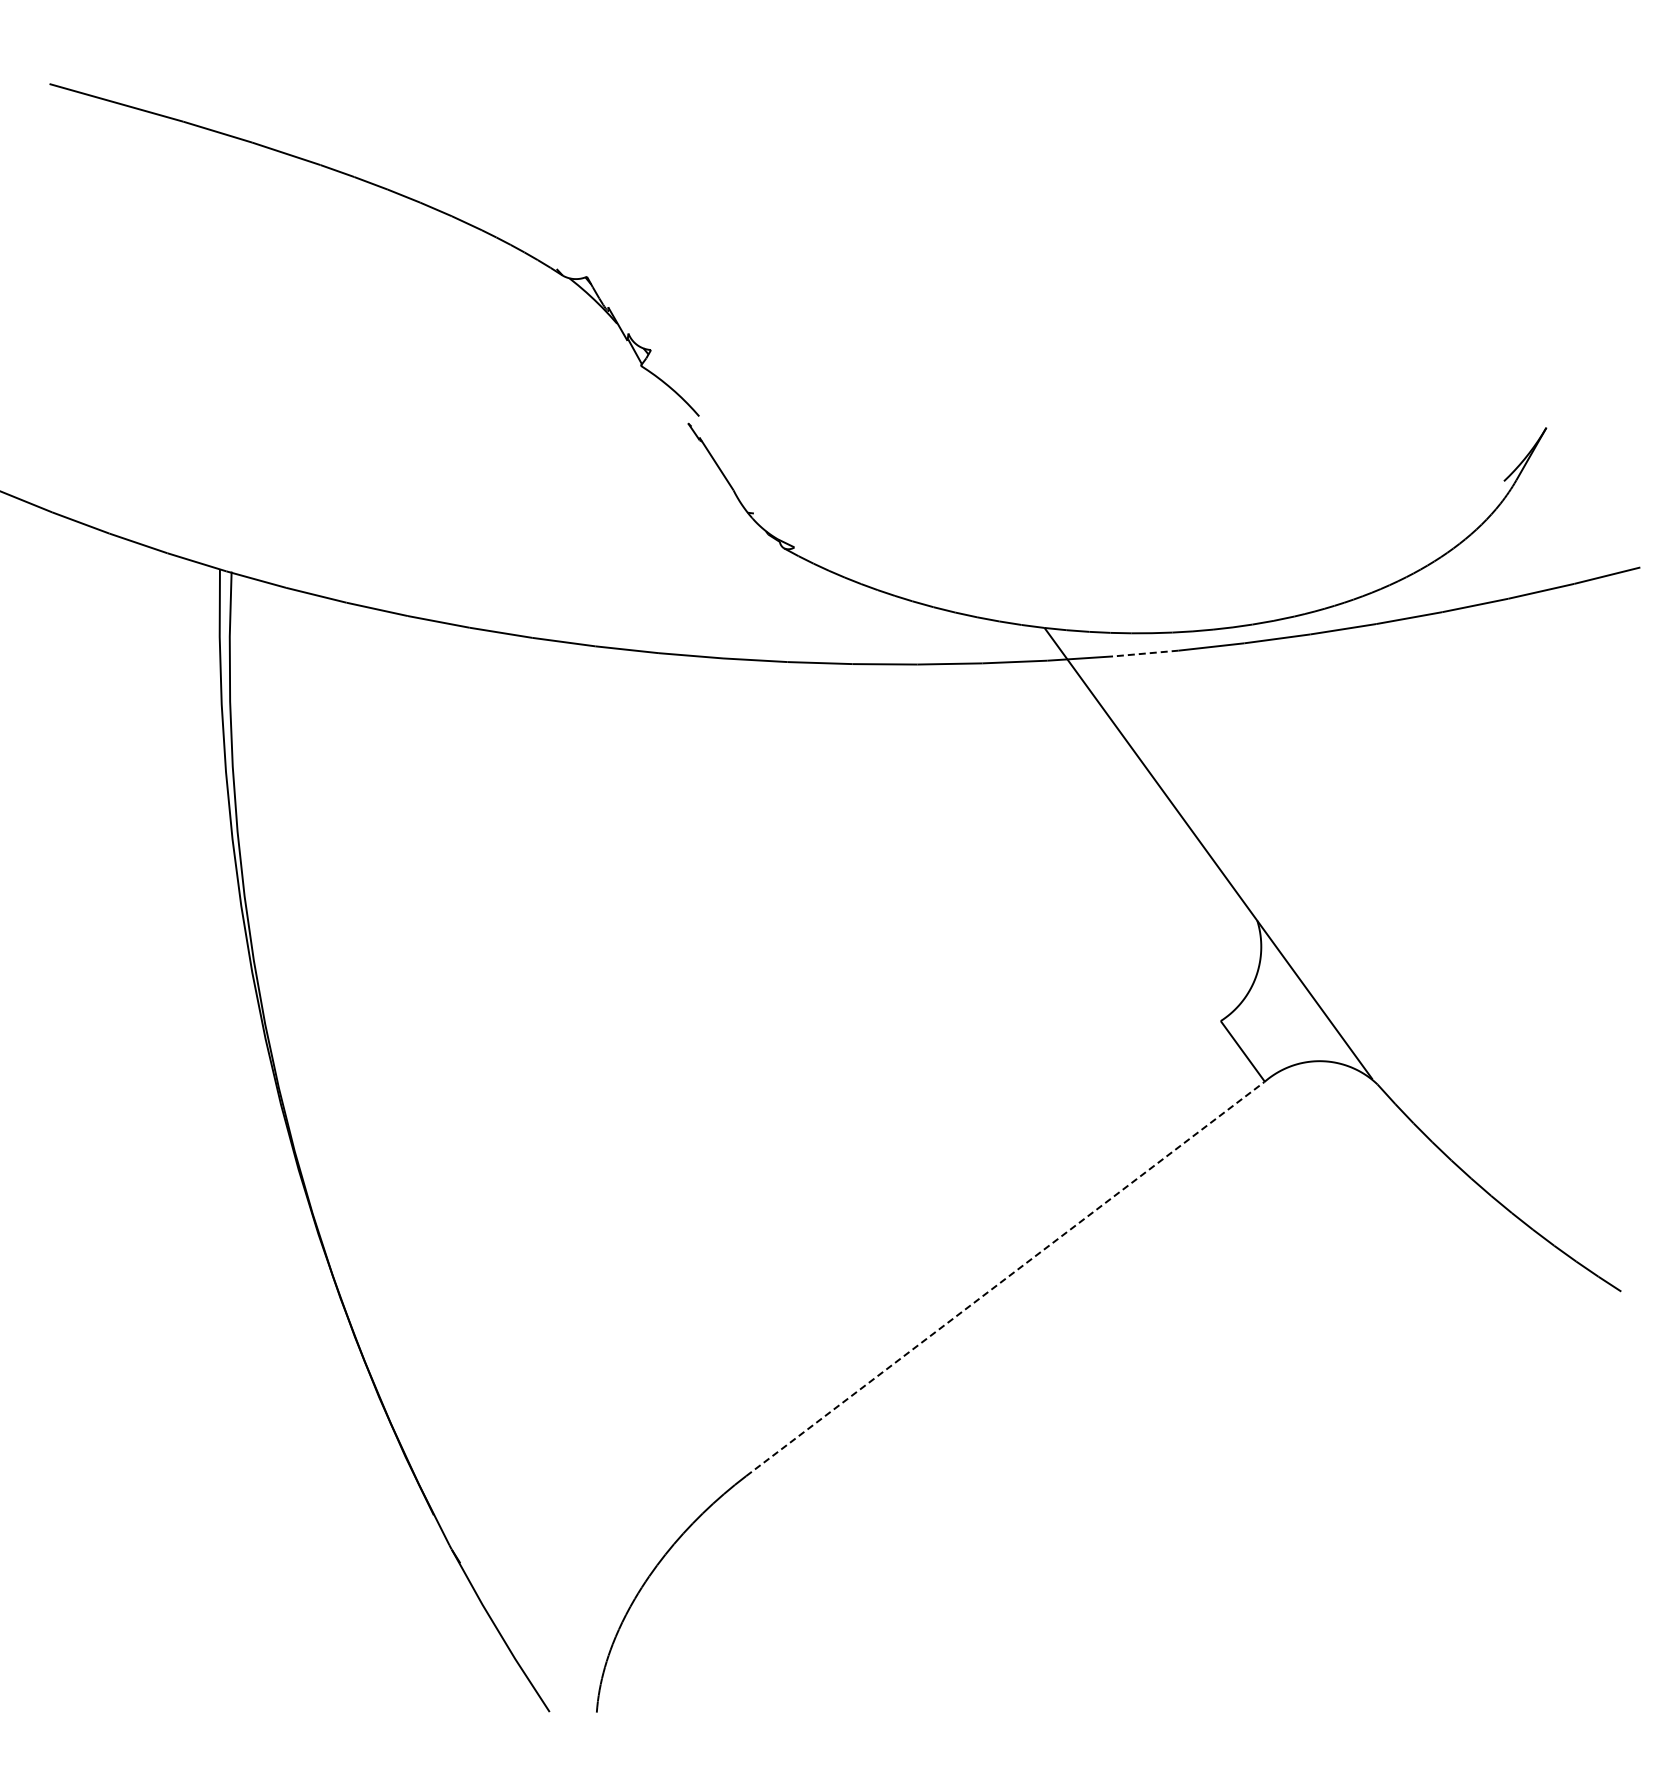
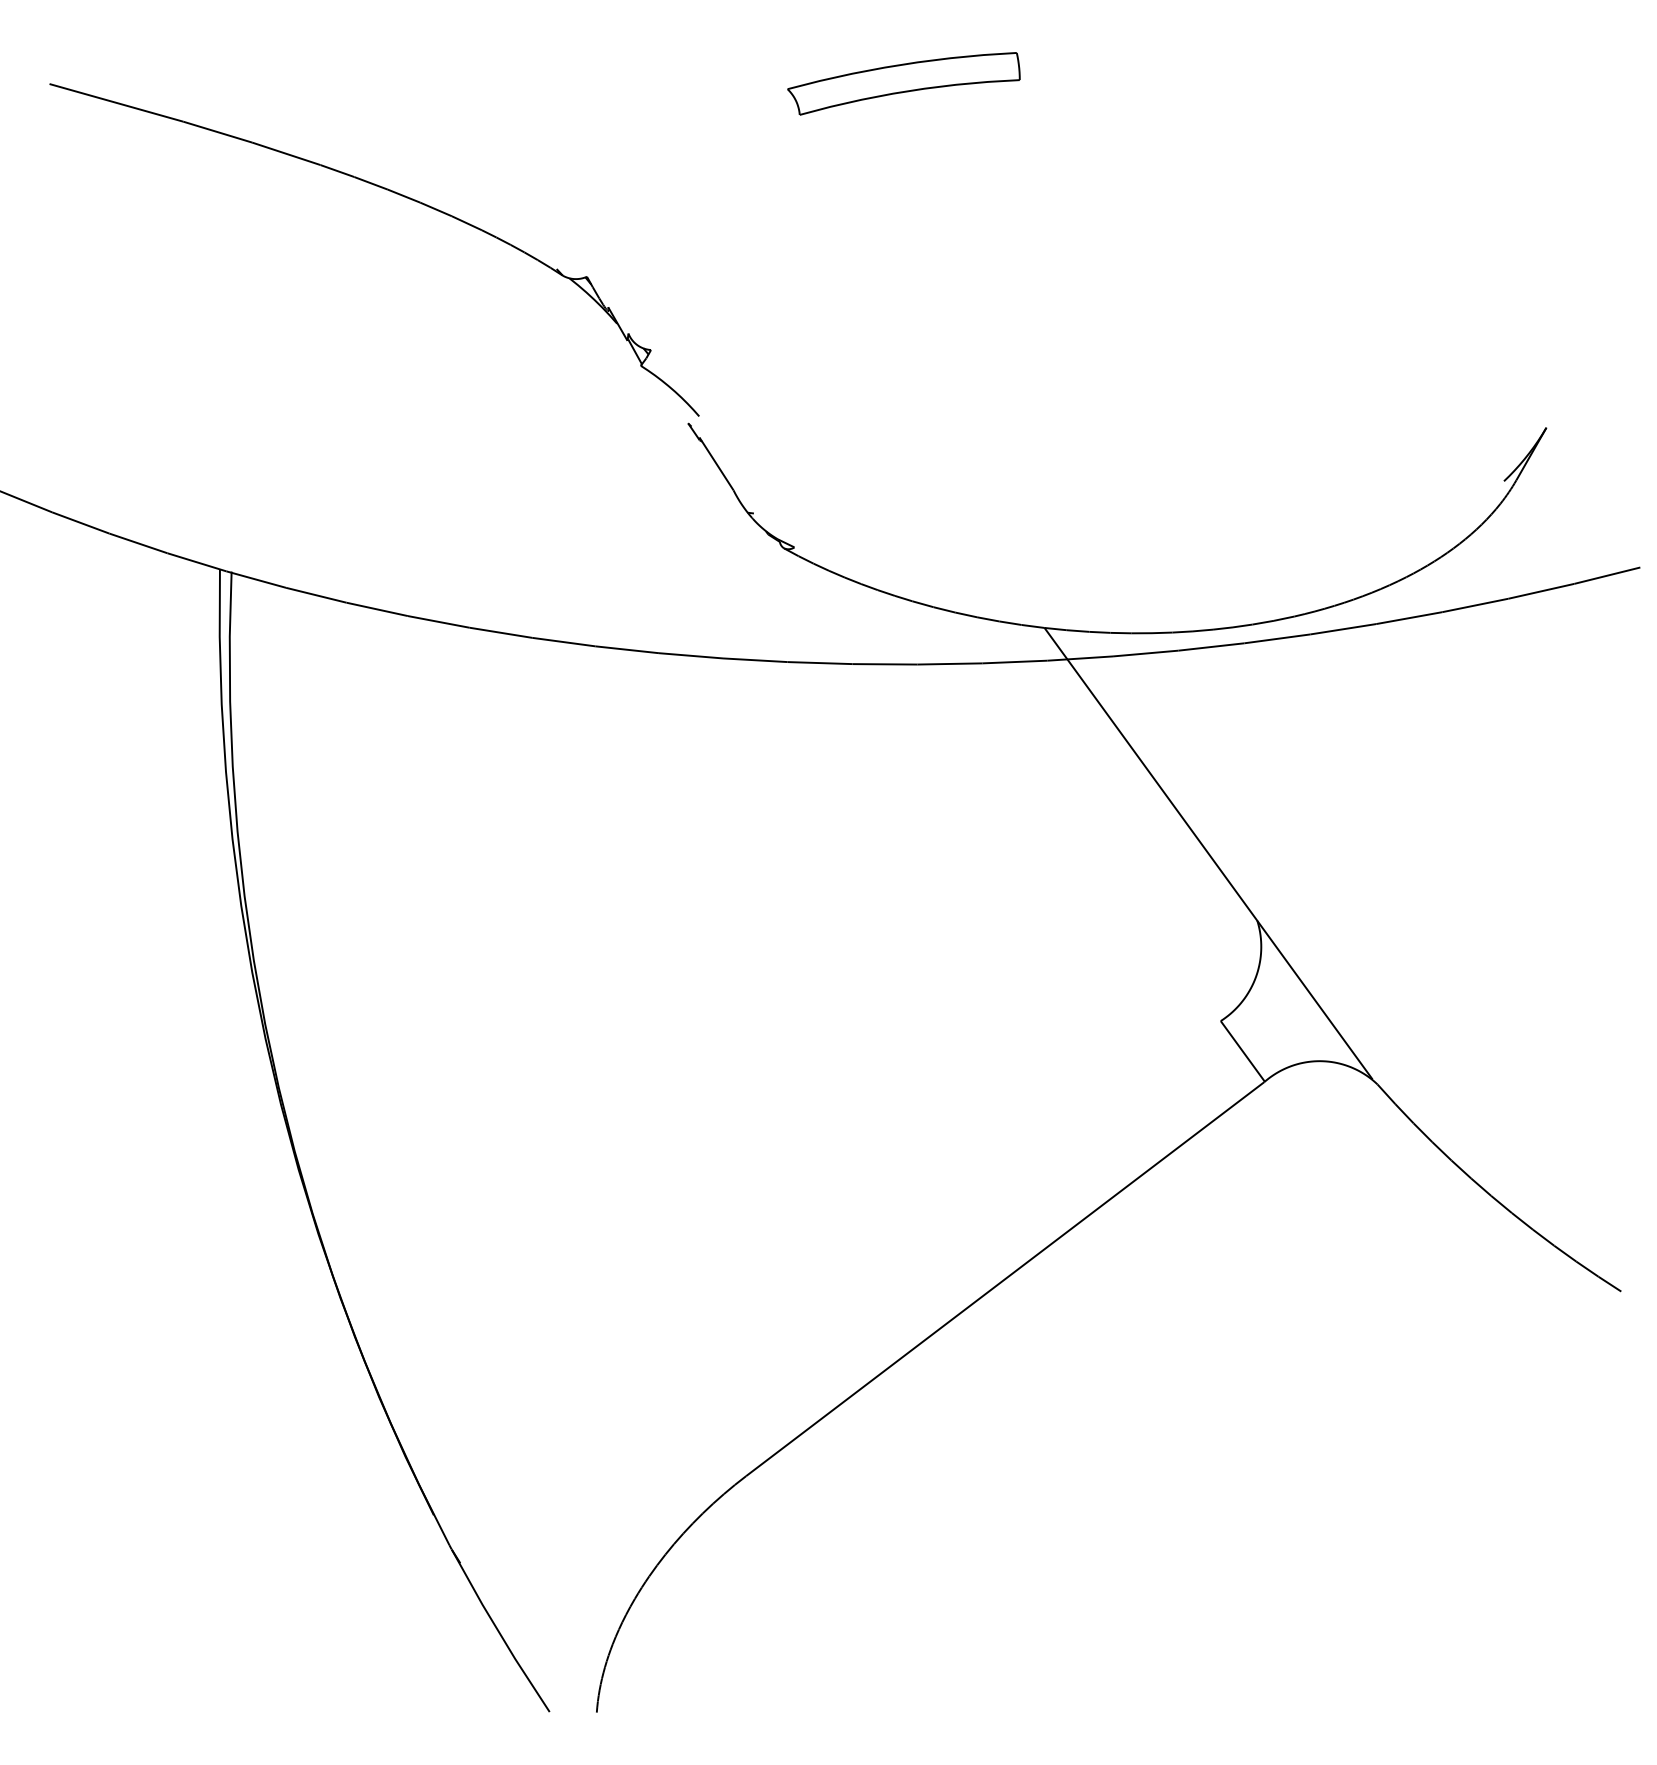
part at (903, 83): none -> present
line at (1145, 653): dashed -> solid
line at (1005, 1278): dashed -> solid
